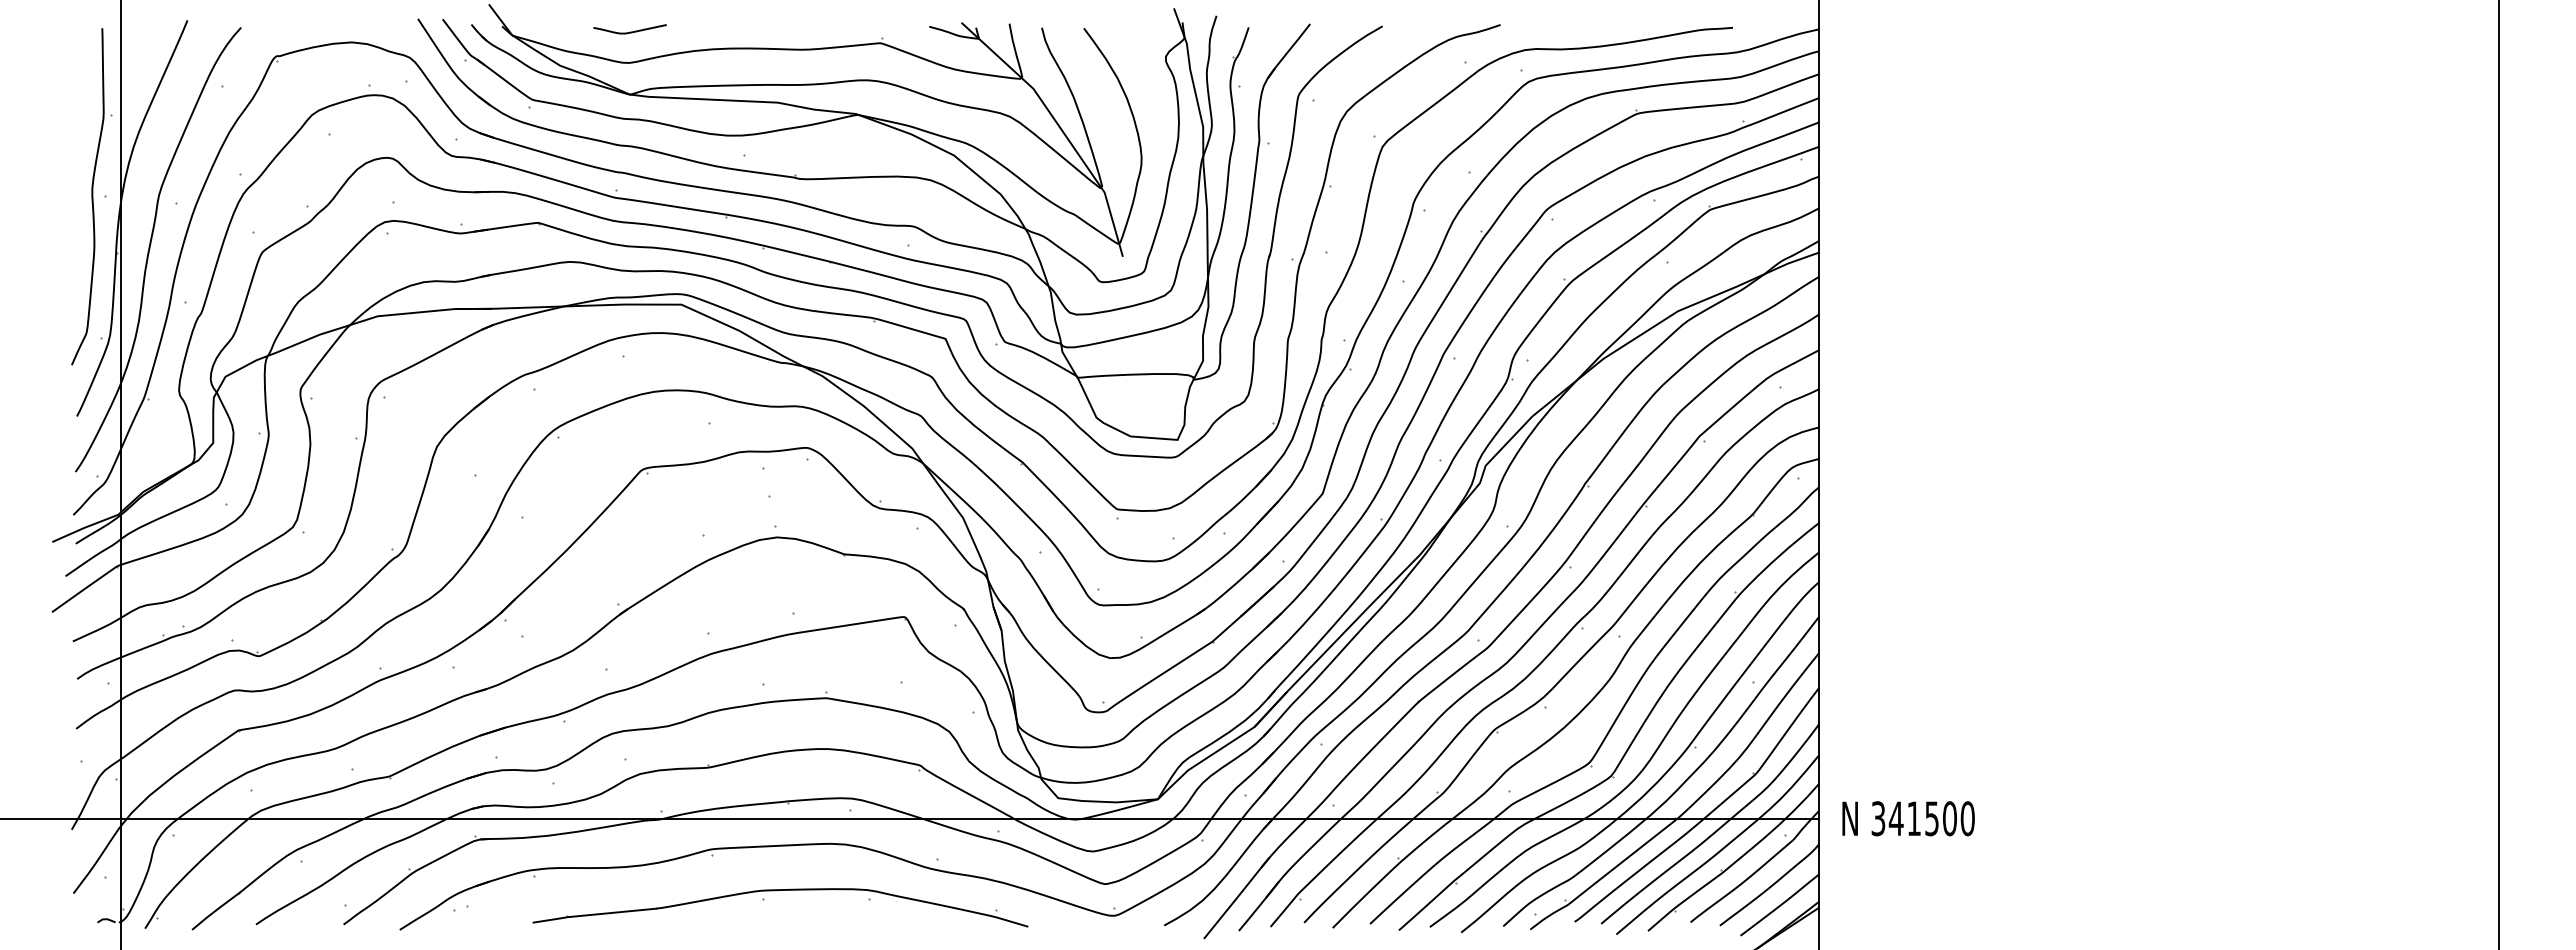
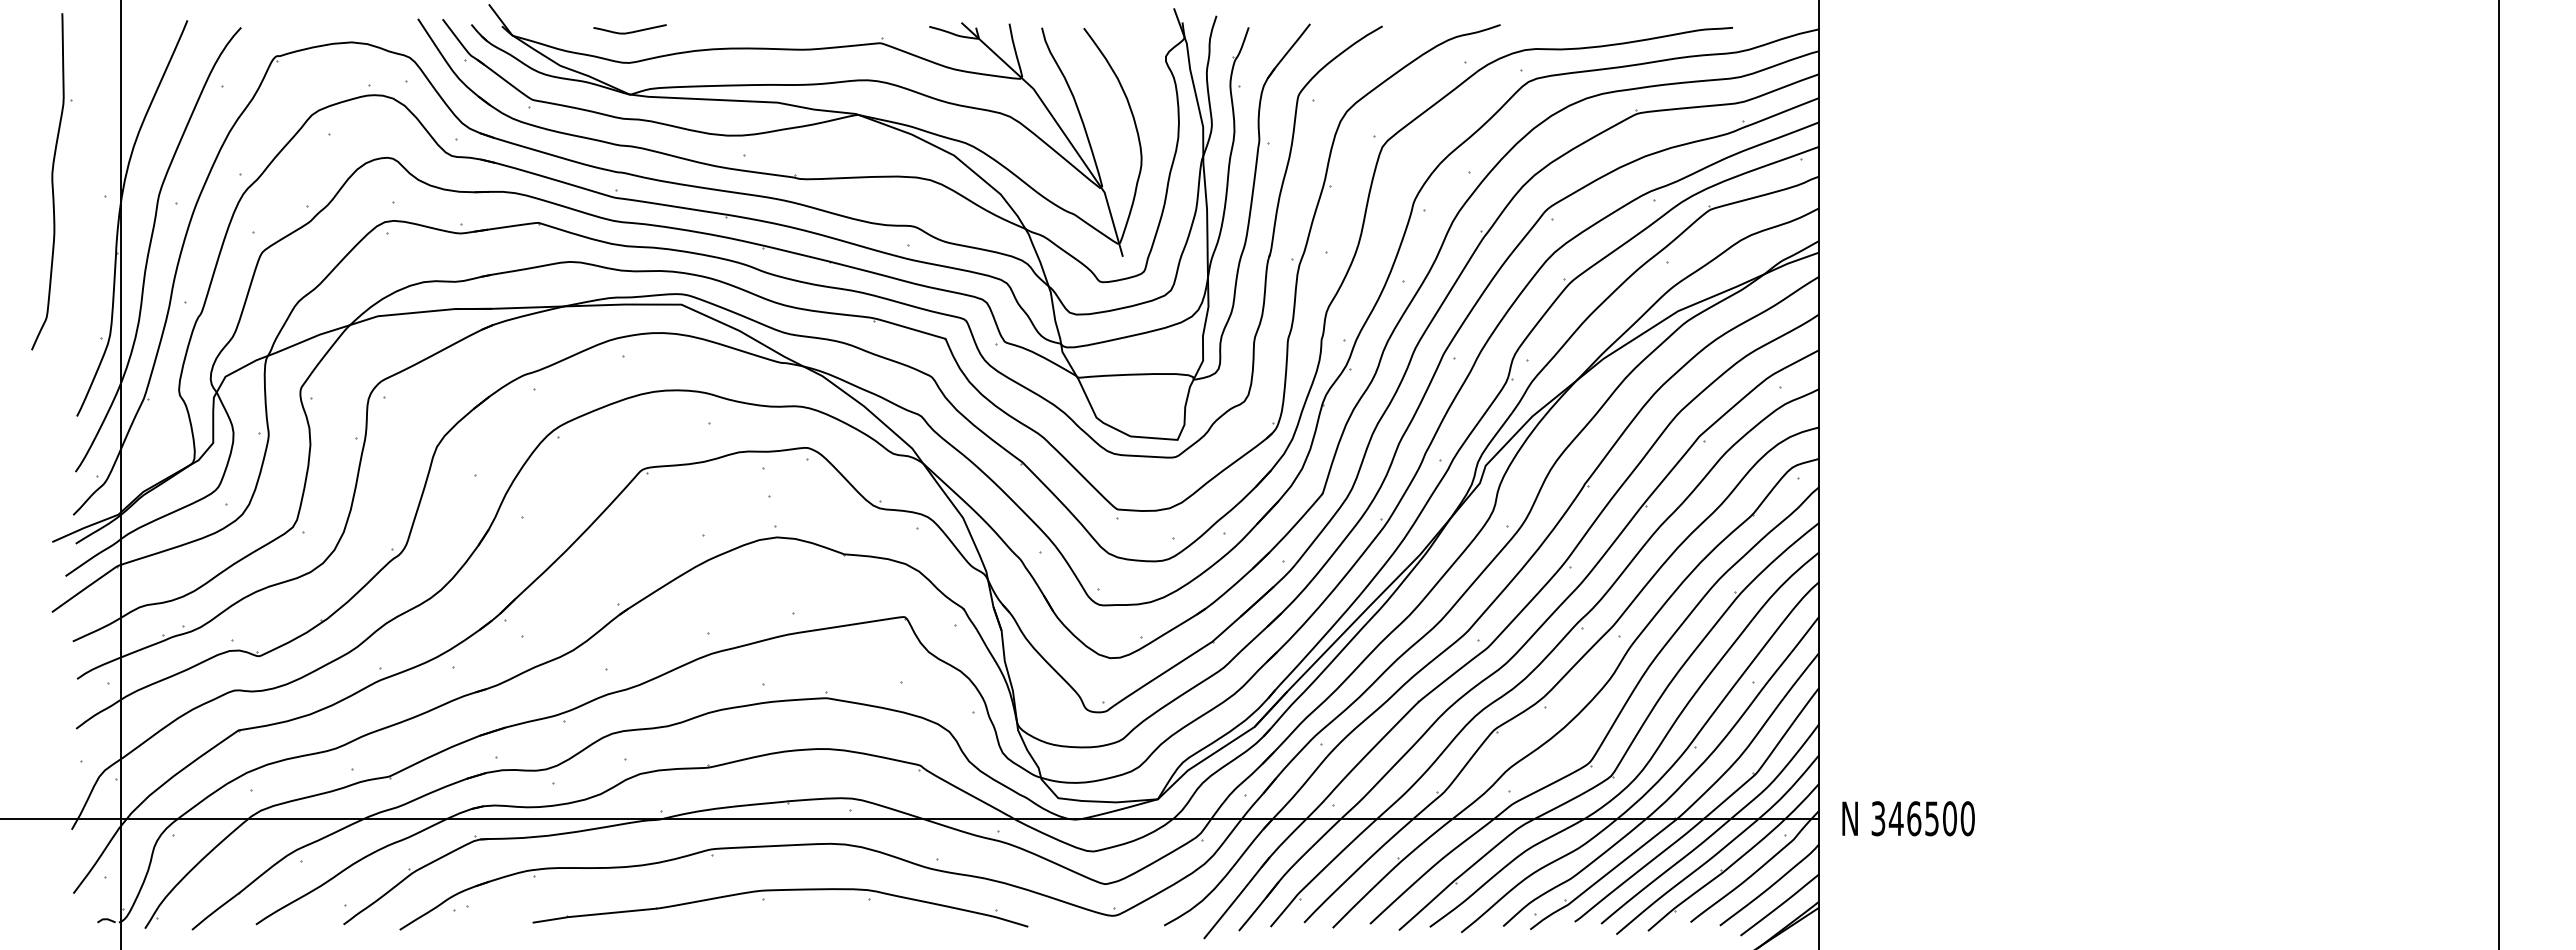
part at (91, 196) position: (91, 196) -> (51, 181)
text at (1914, 818): 341500 -> 346500
